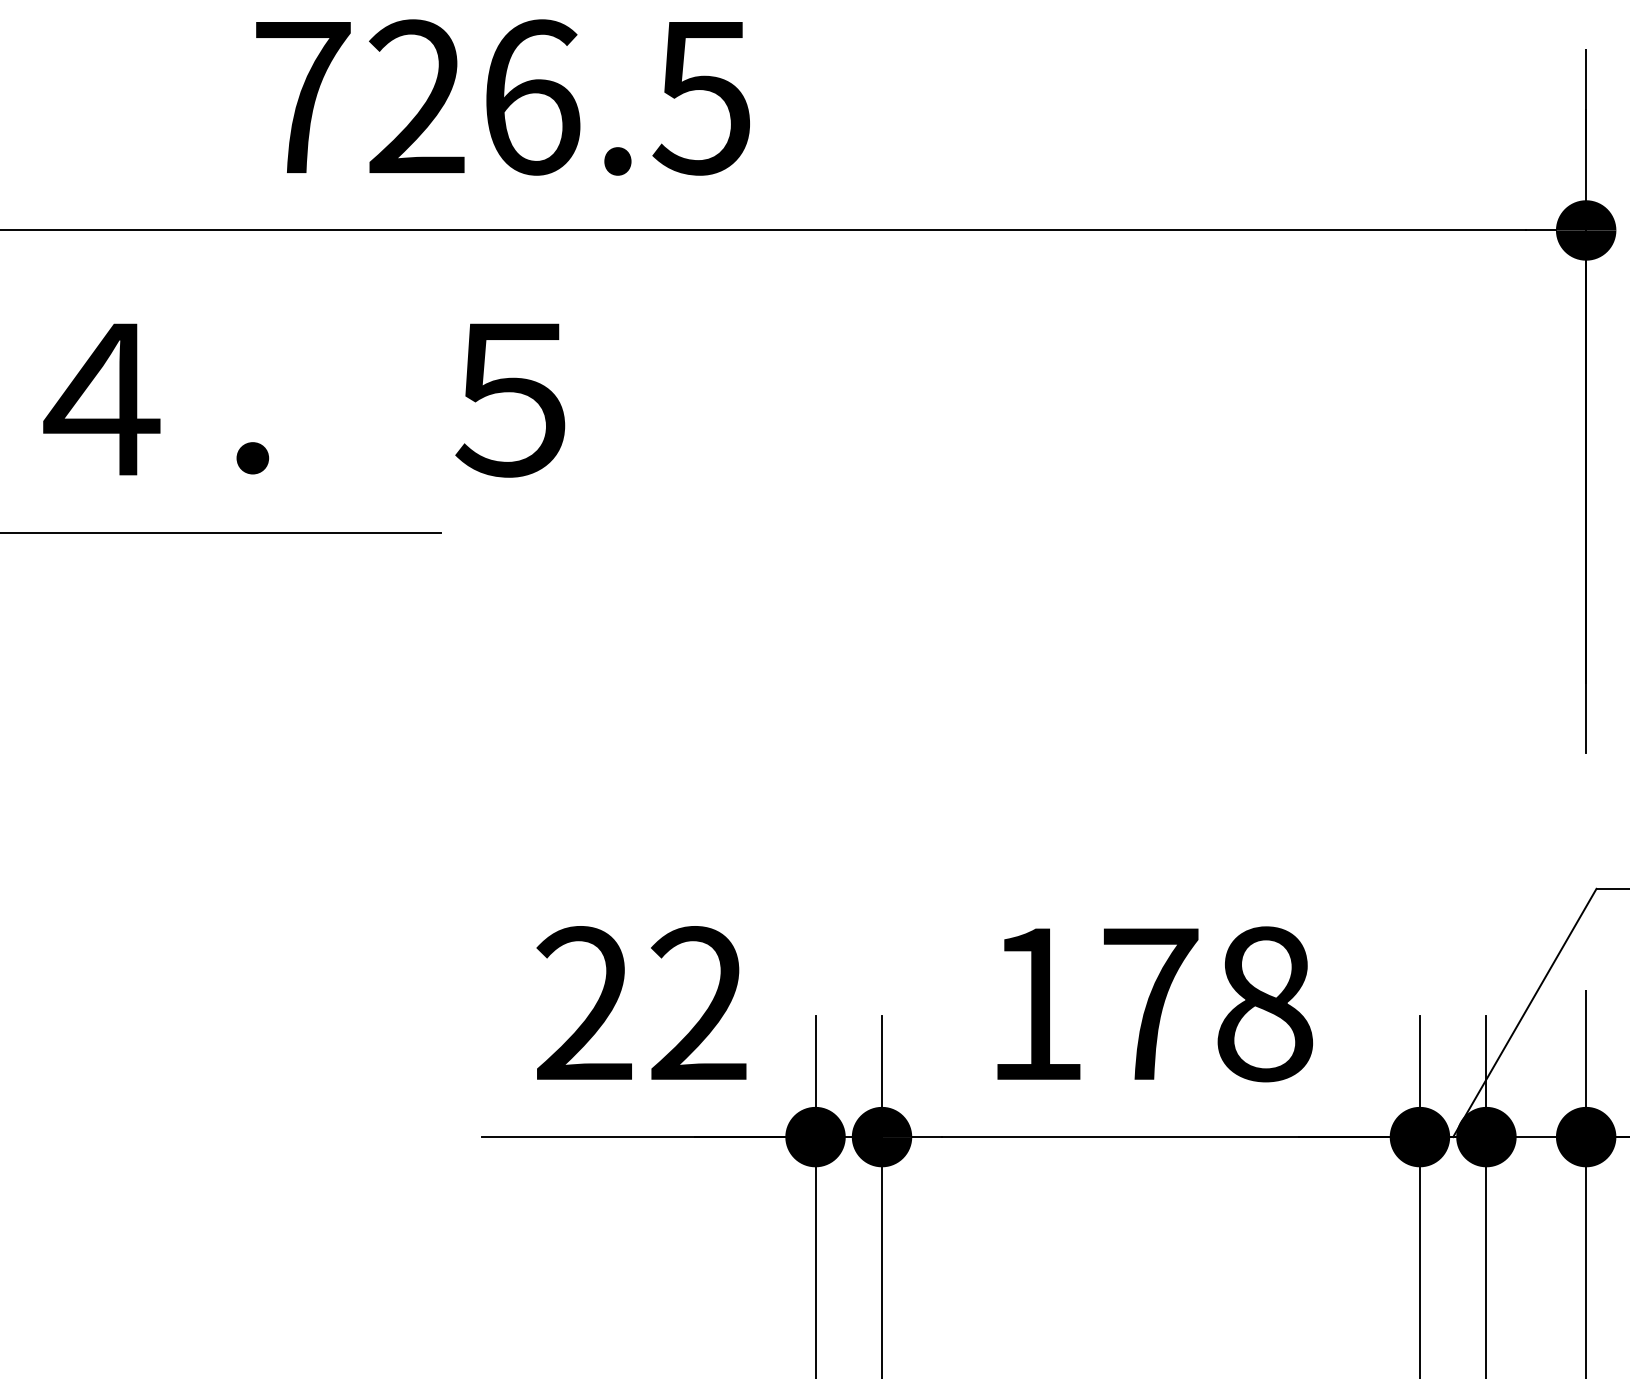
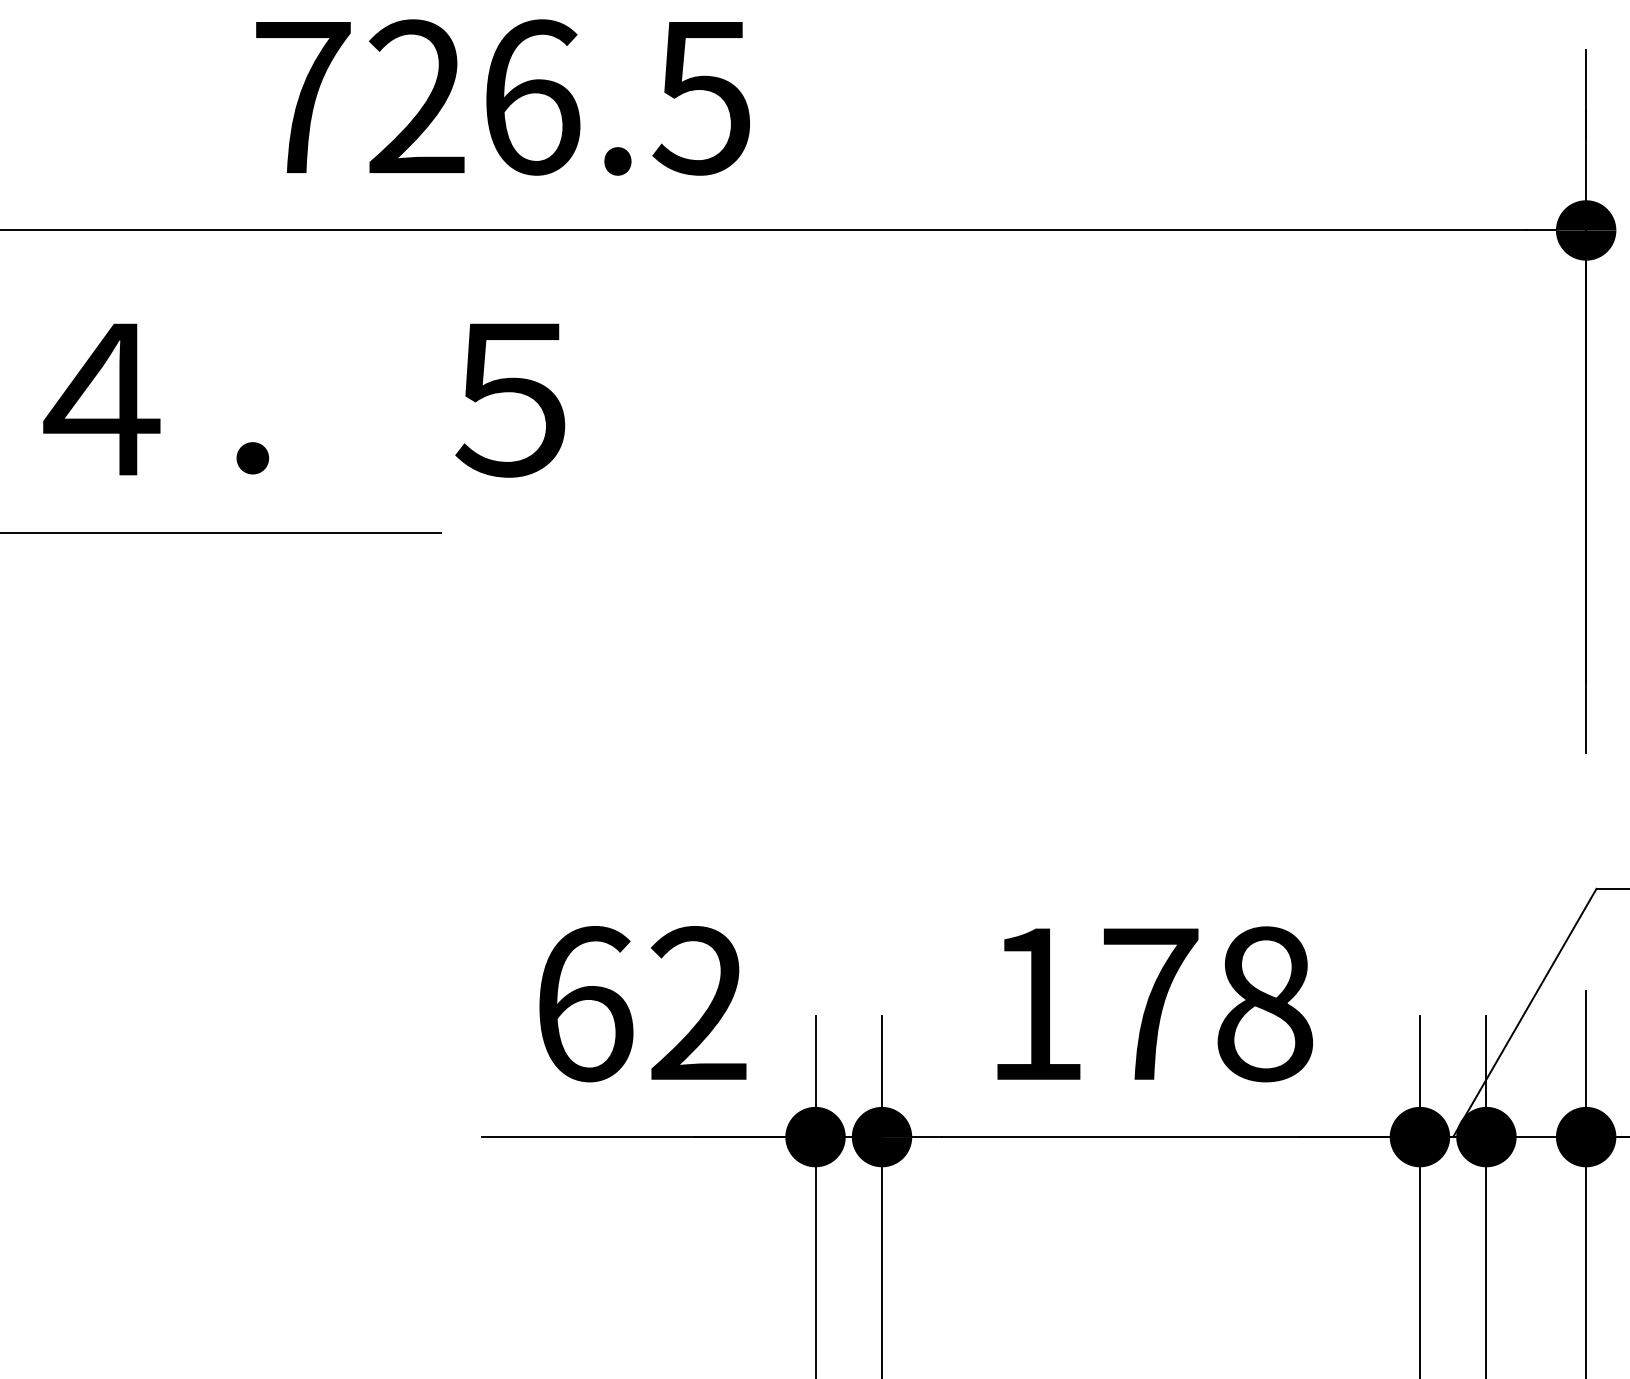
text at (584, 1004): 22 -> 62
